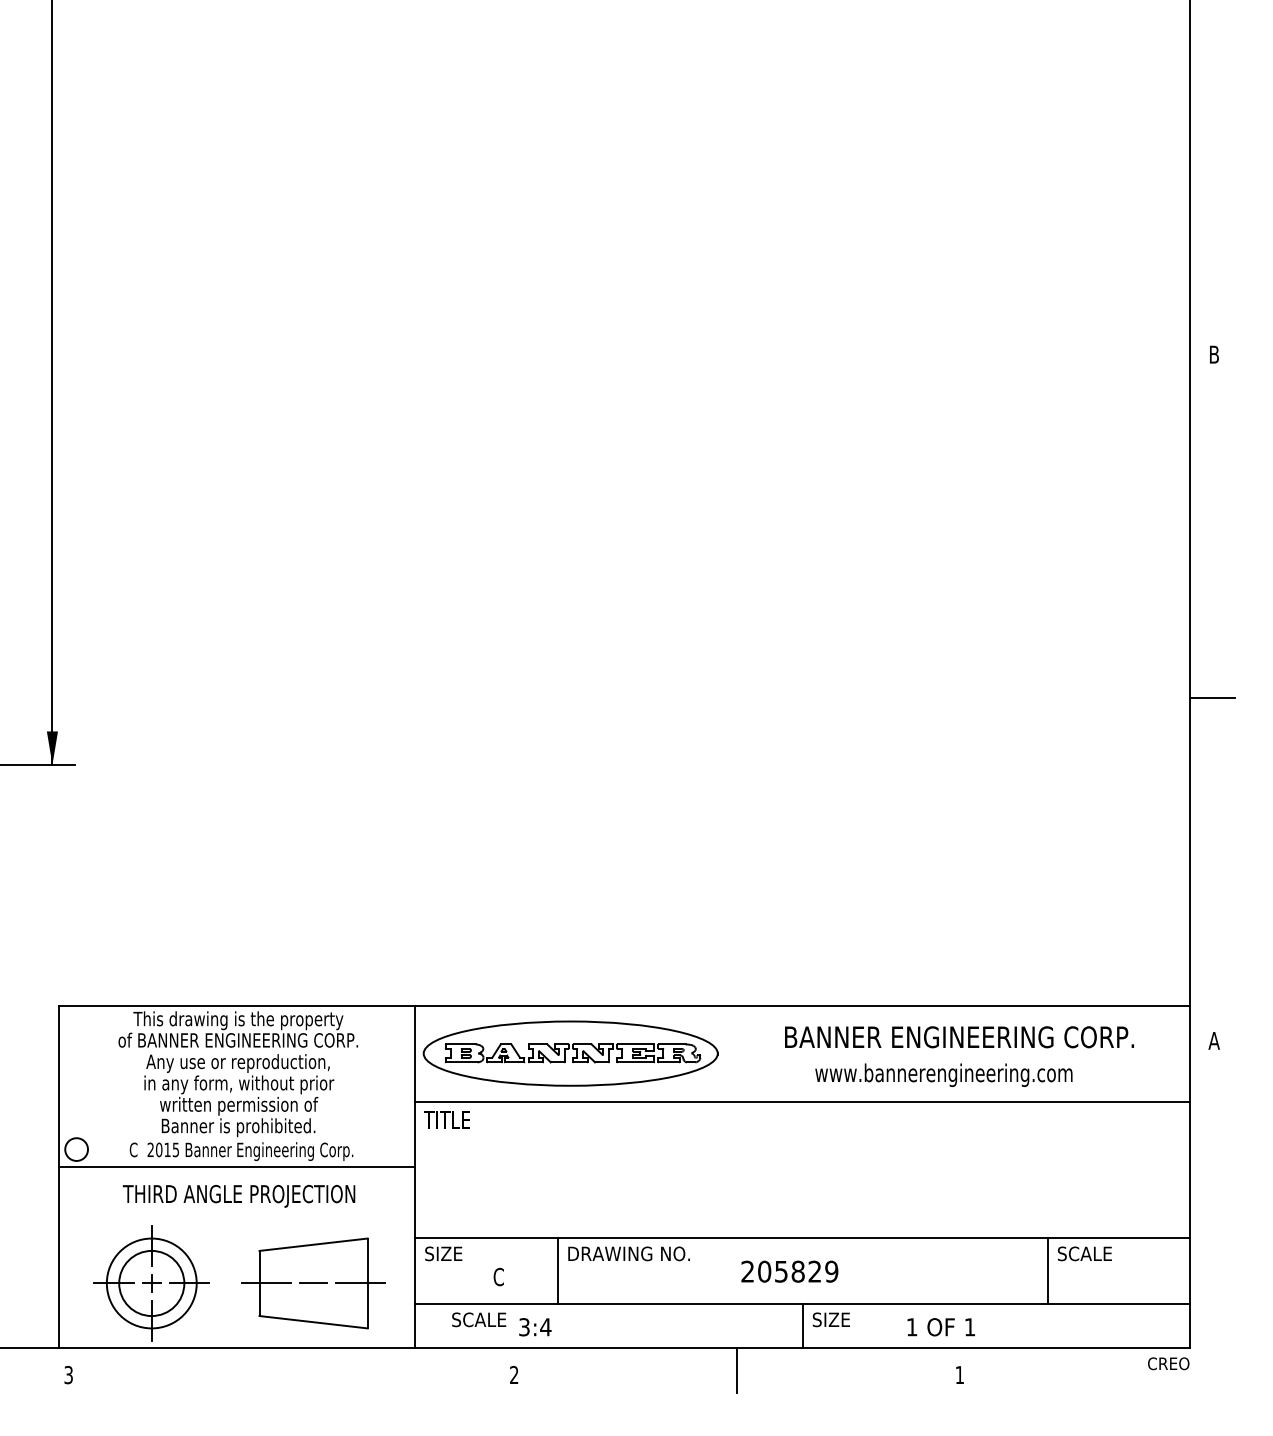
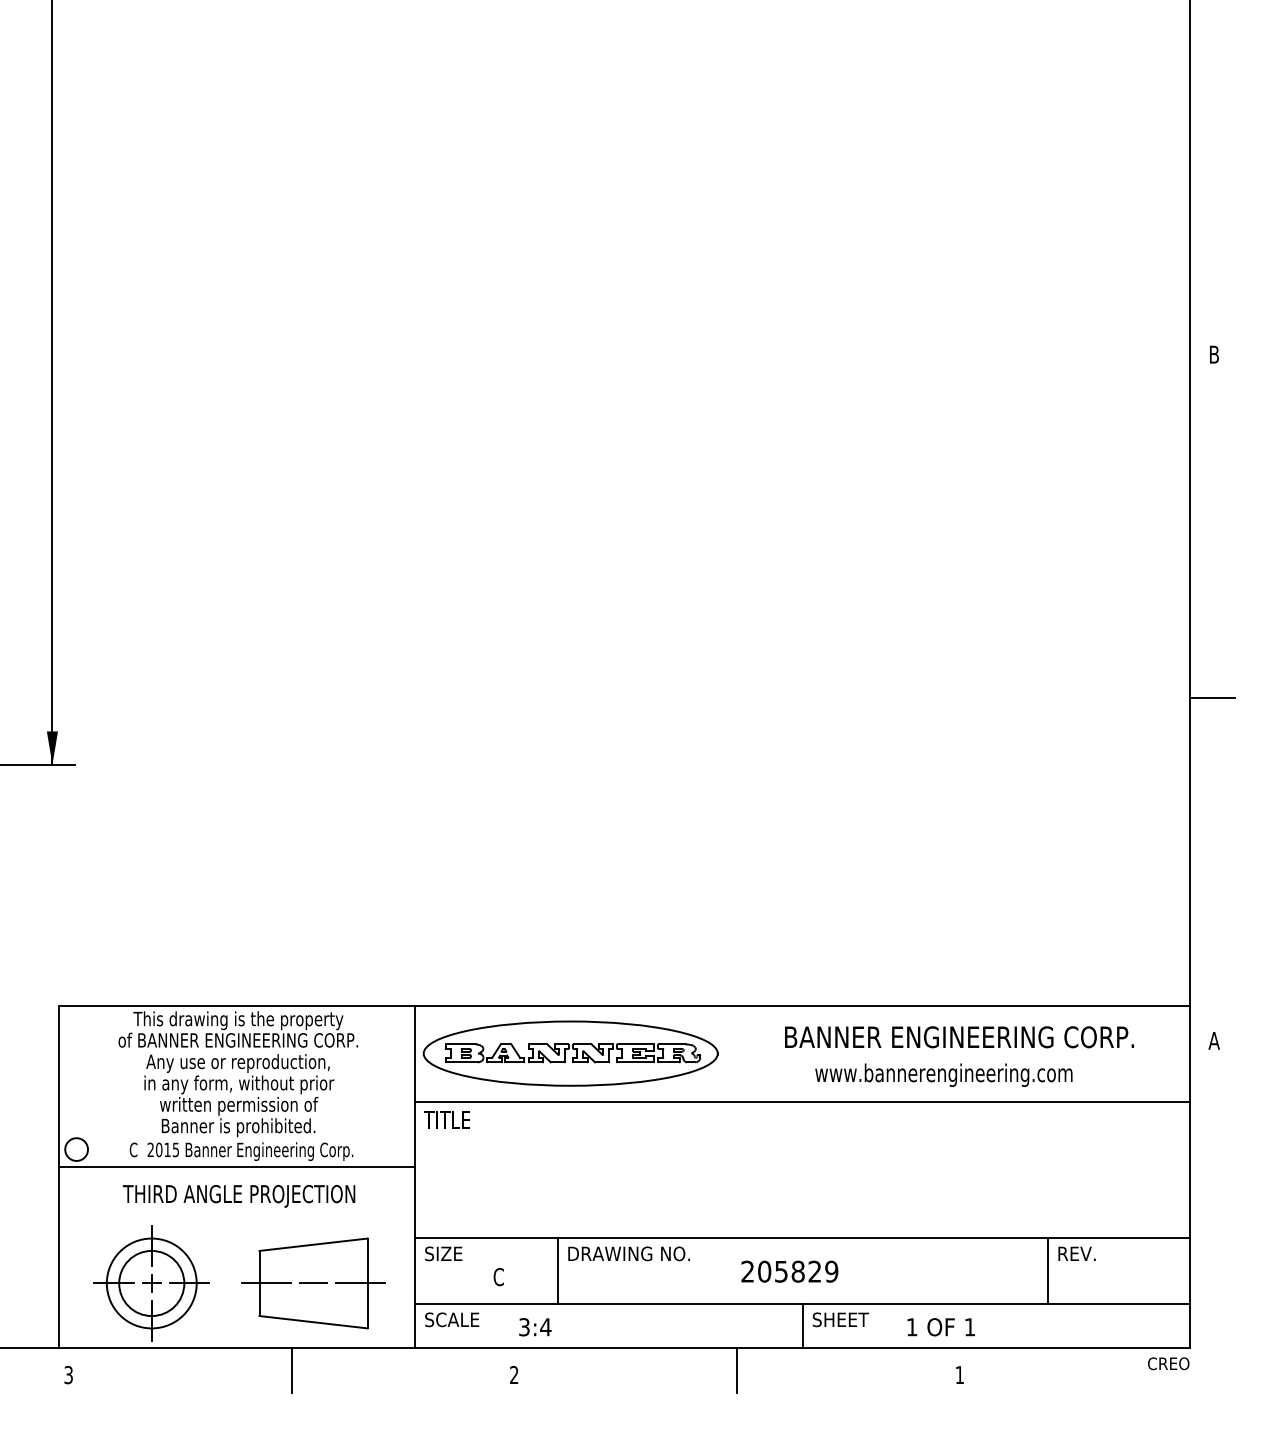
text at (1084, 1253): SCALE -> REV.
text at (479, 1319) position: (479, 1319) -> (452, 1319)
text at (847, 1319): SIZE -> SHEET
line at (291, 1370): none -> present
